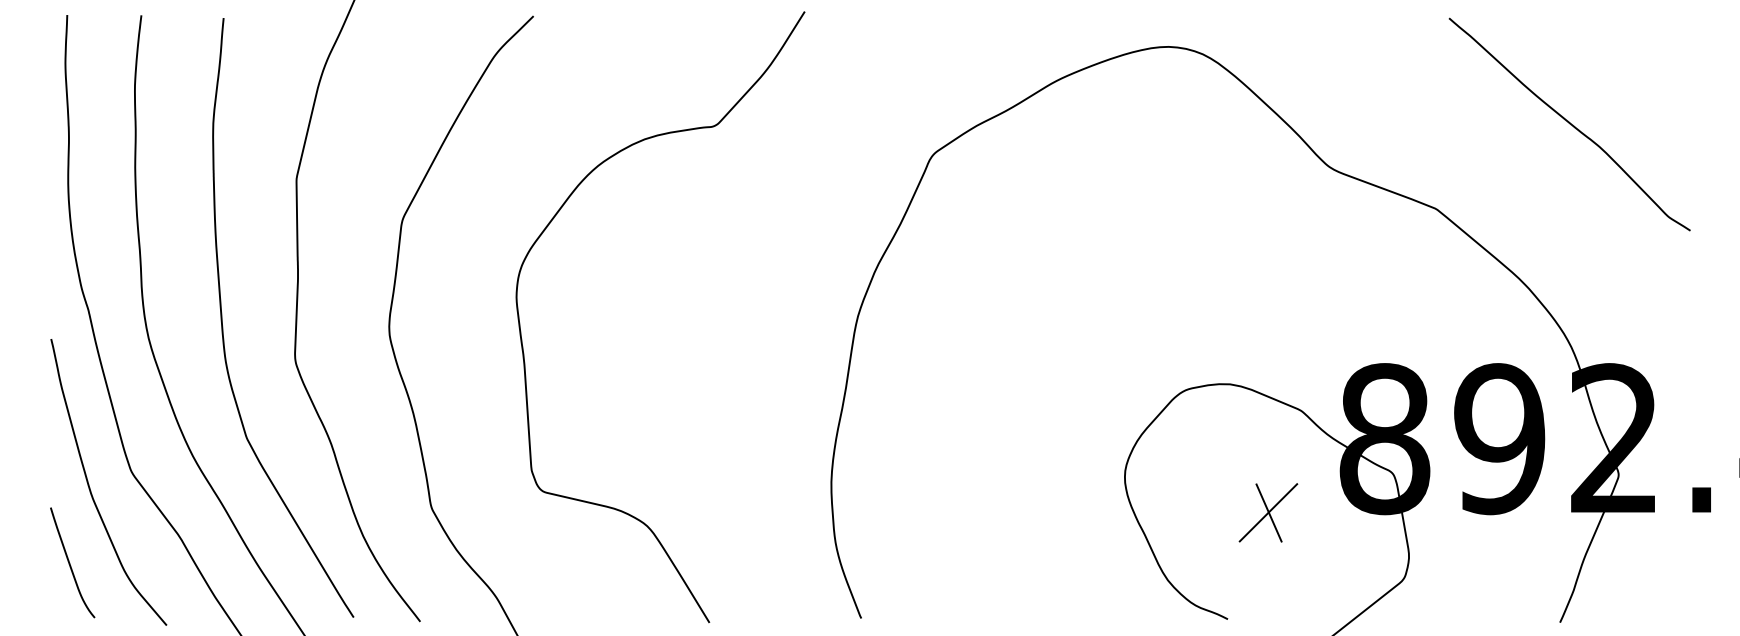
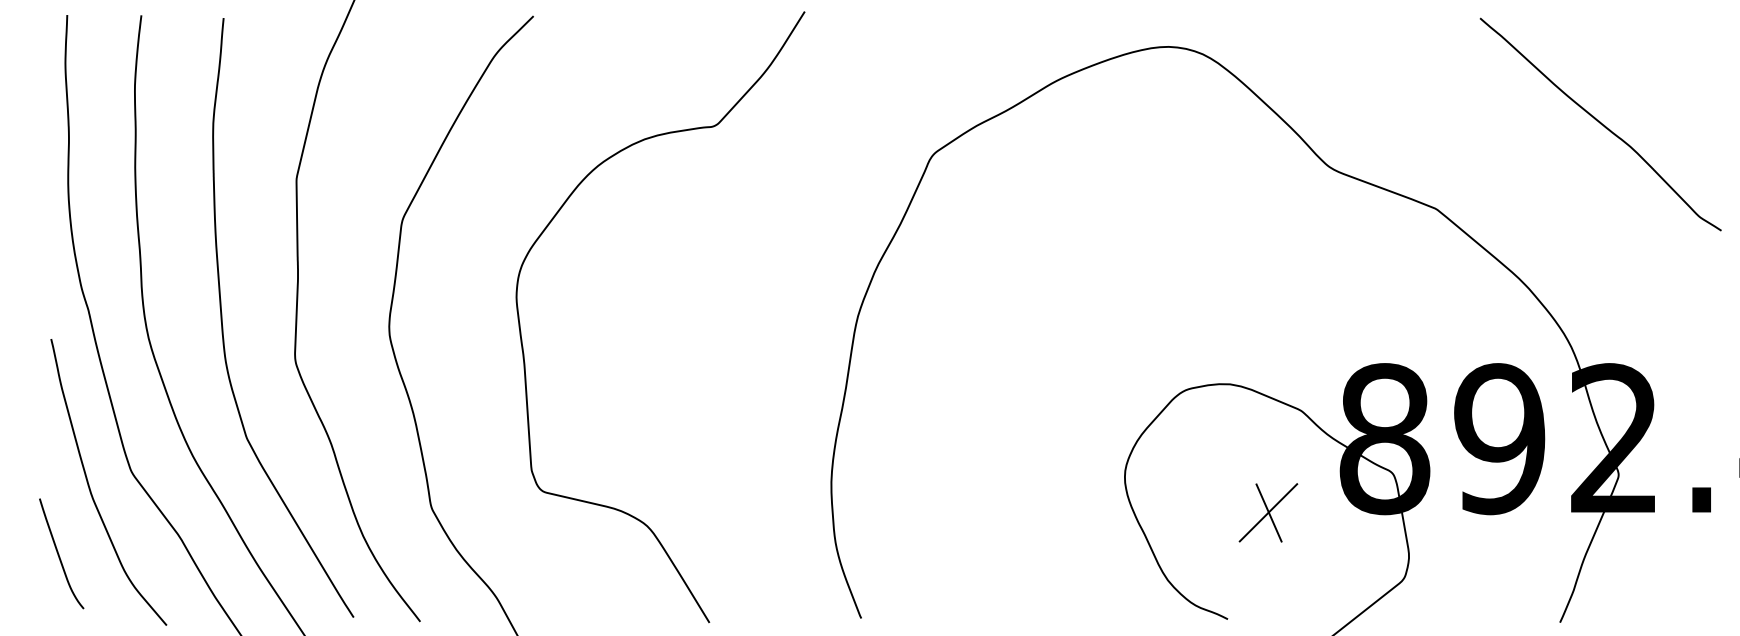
curve at (1569, 124) position: (1569, 124) -> (1600, 124)
curve at (70, 563) position: (70, 563) -> (59, 554)
